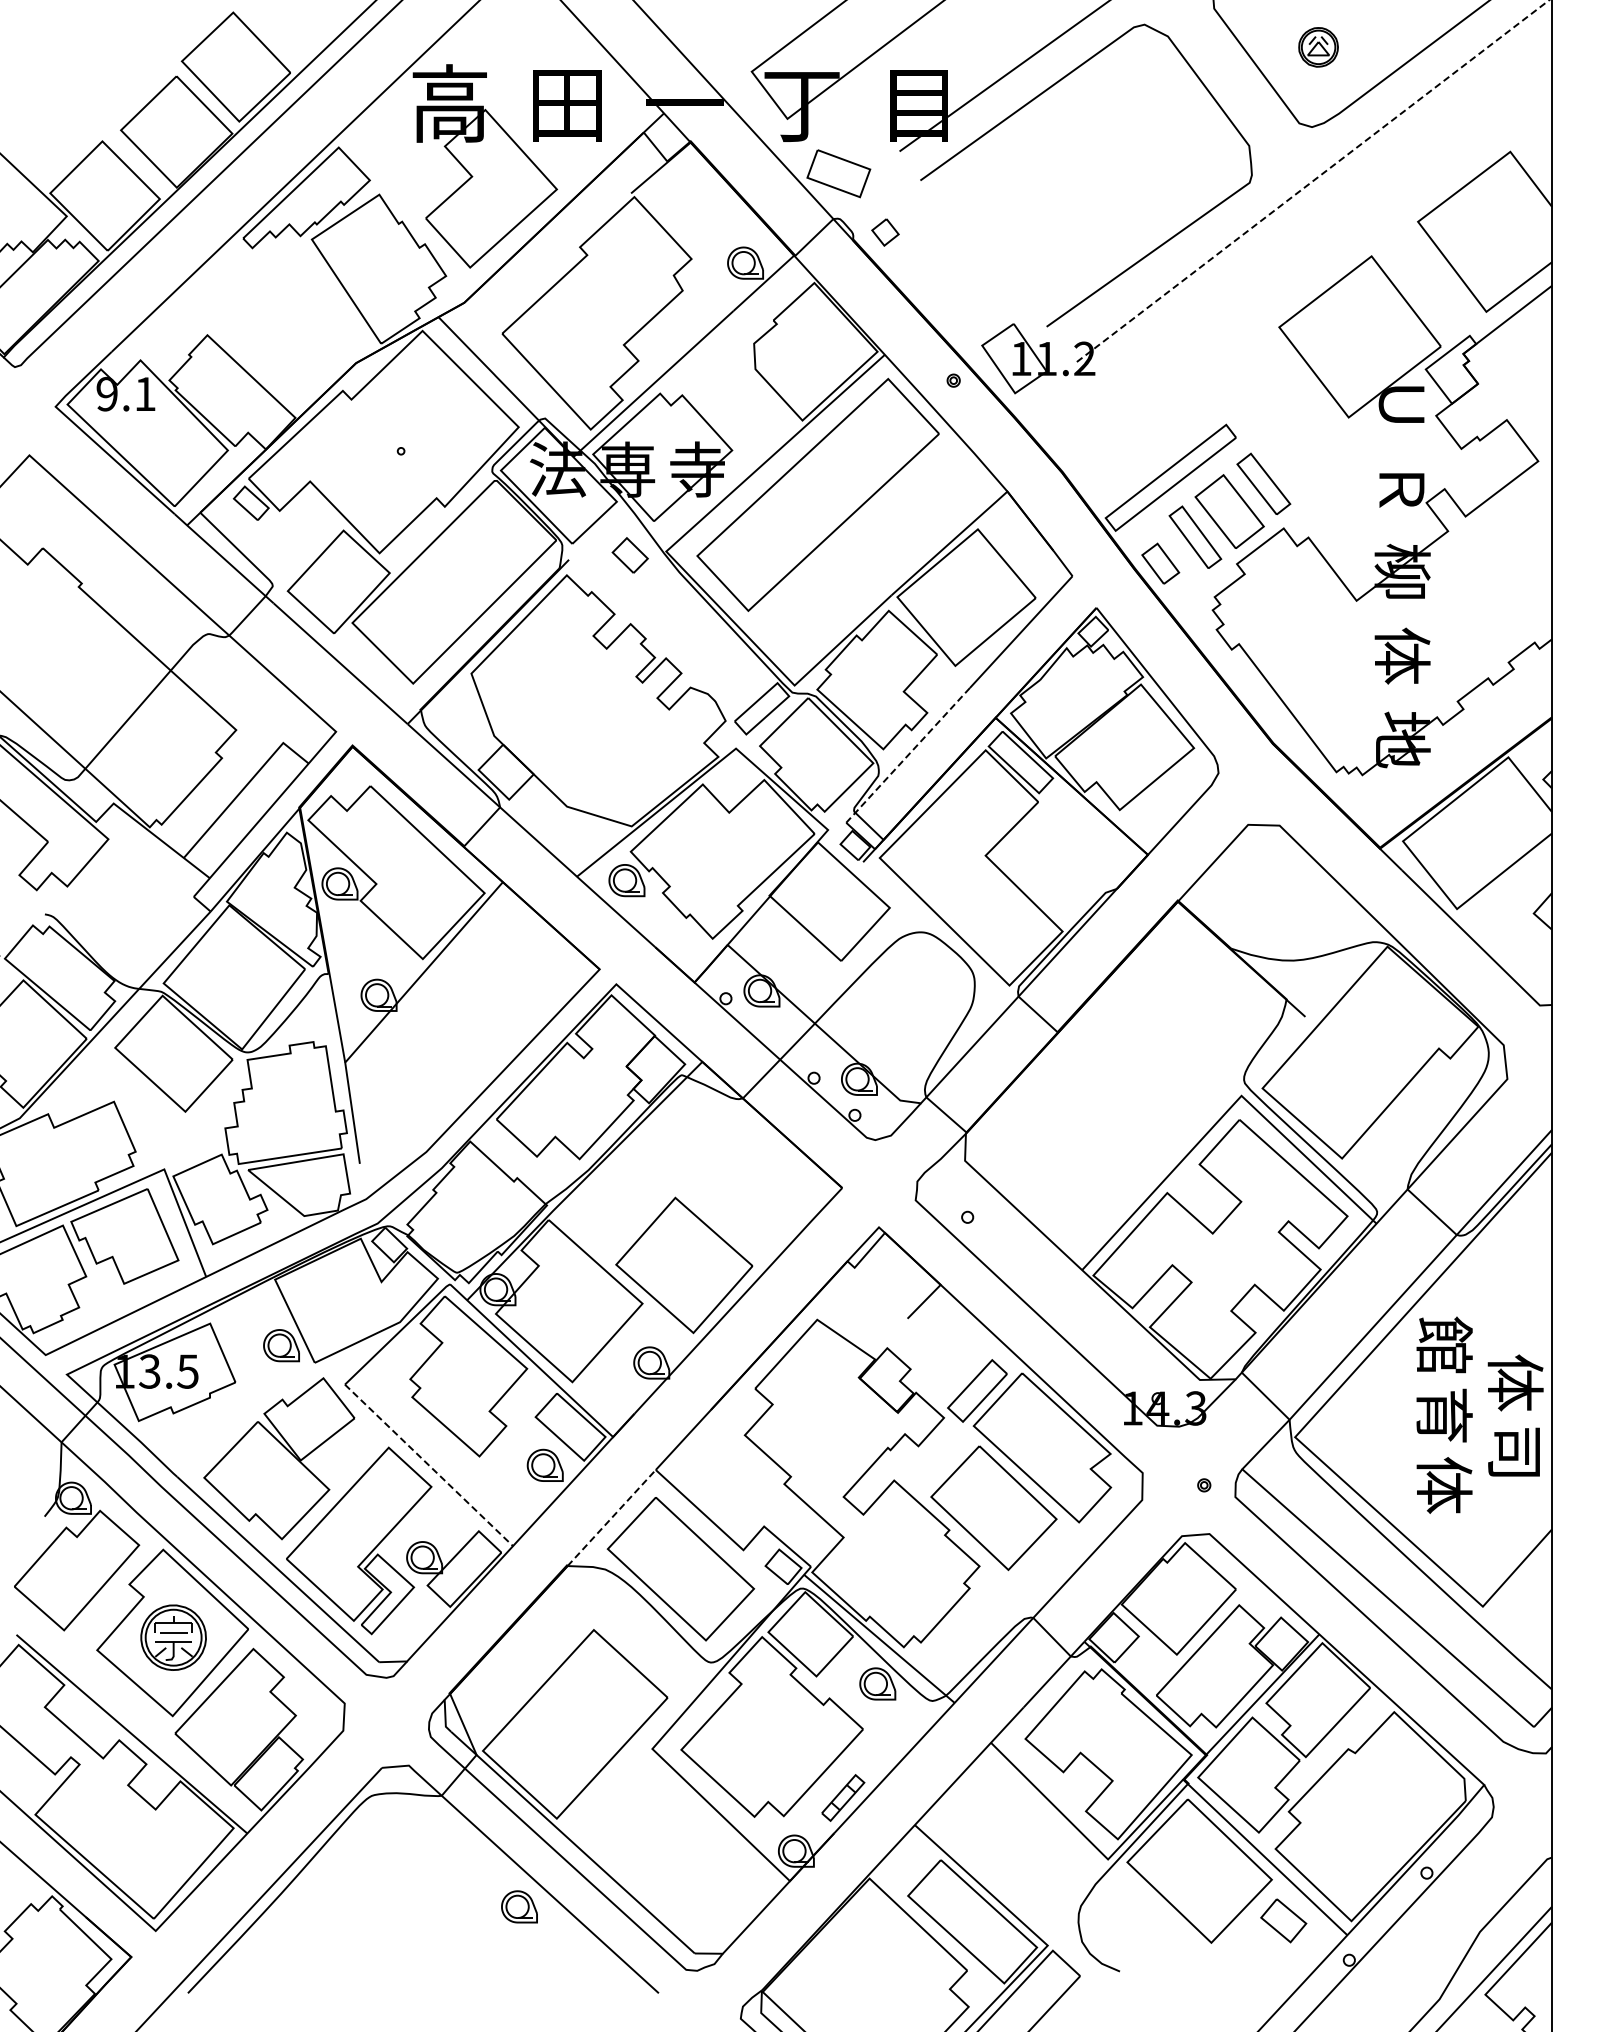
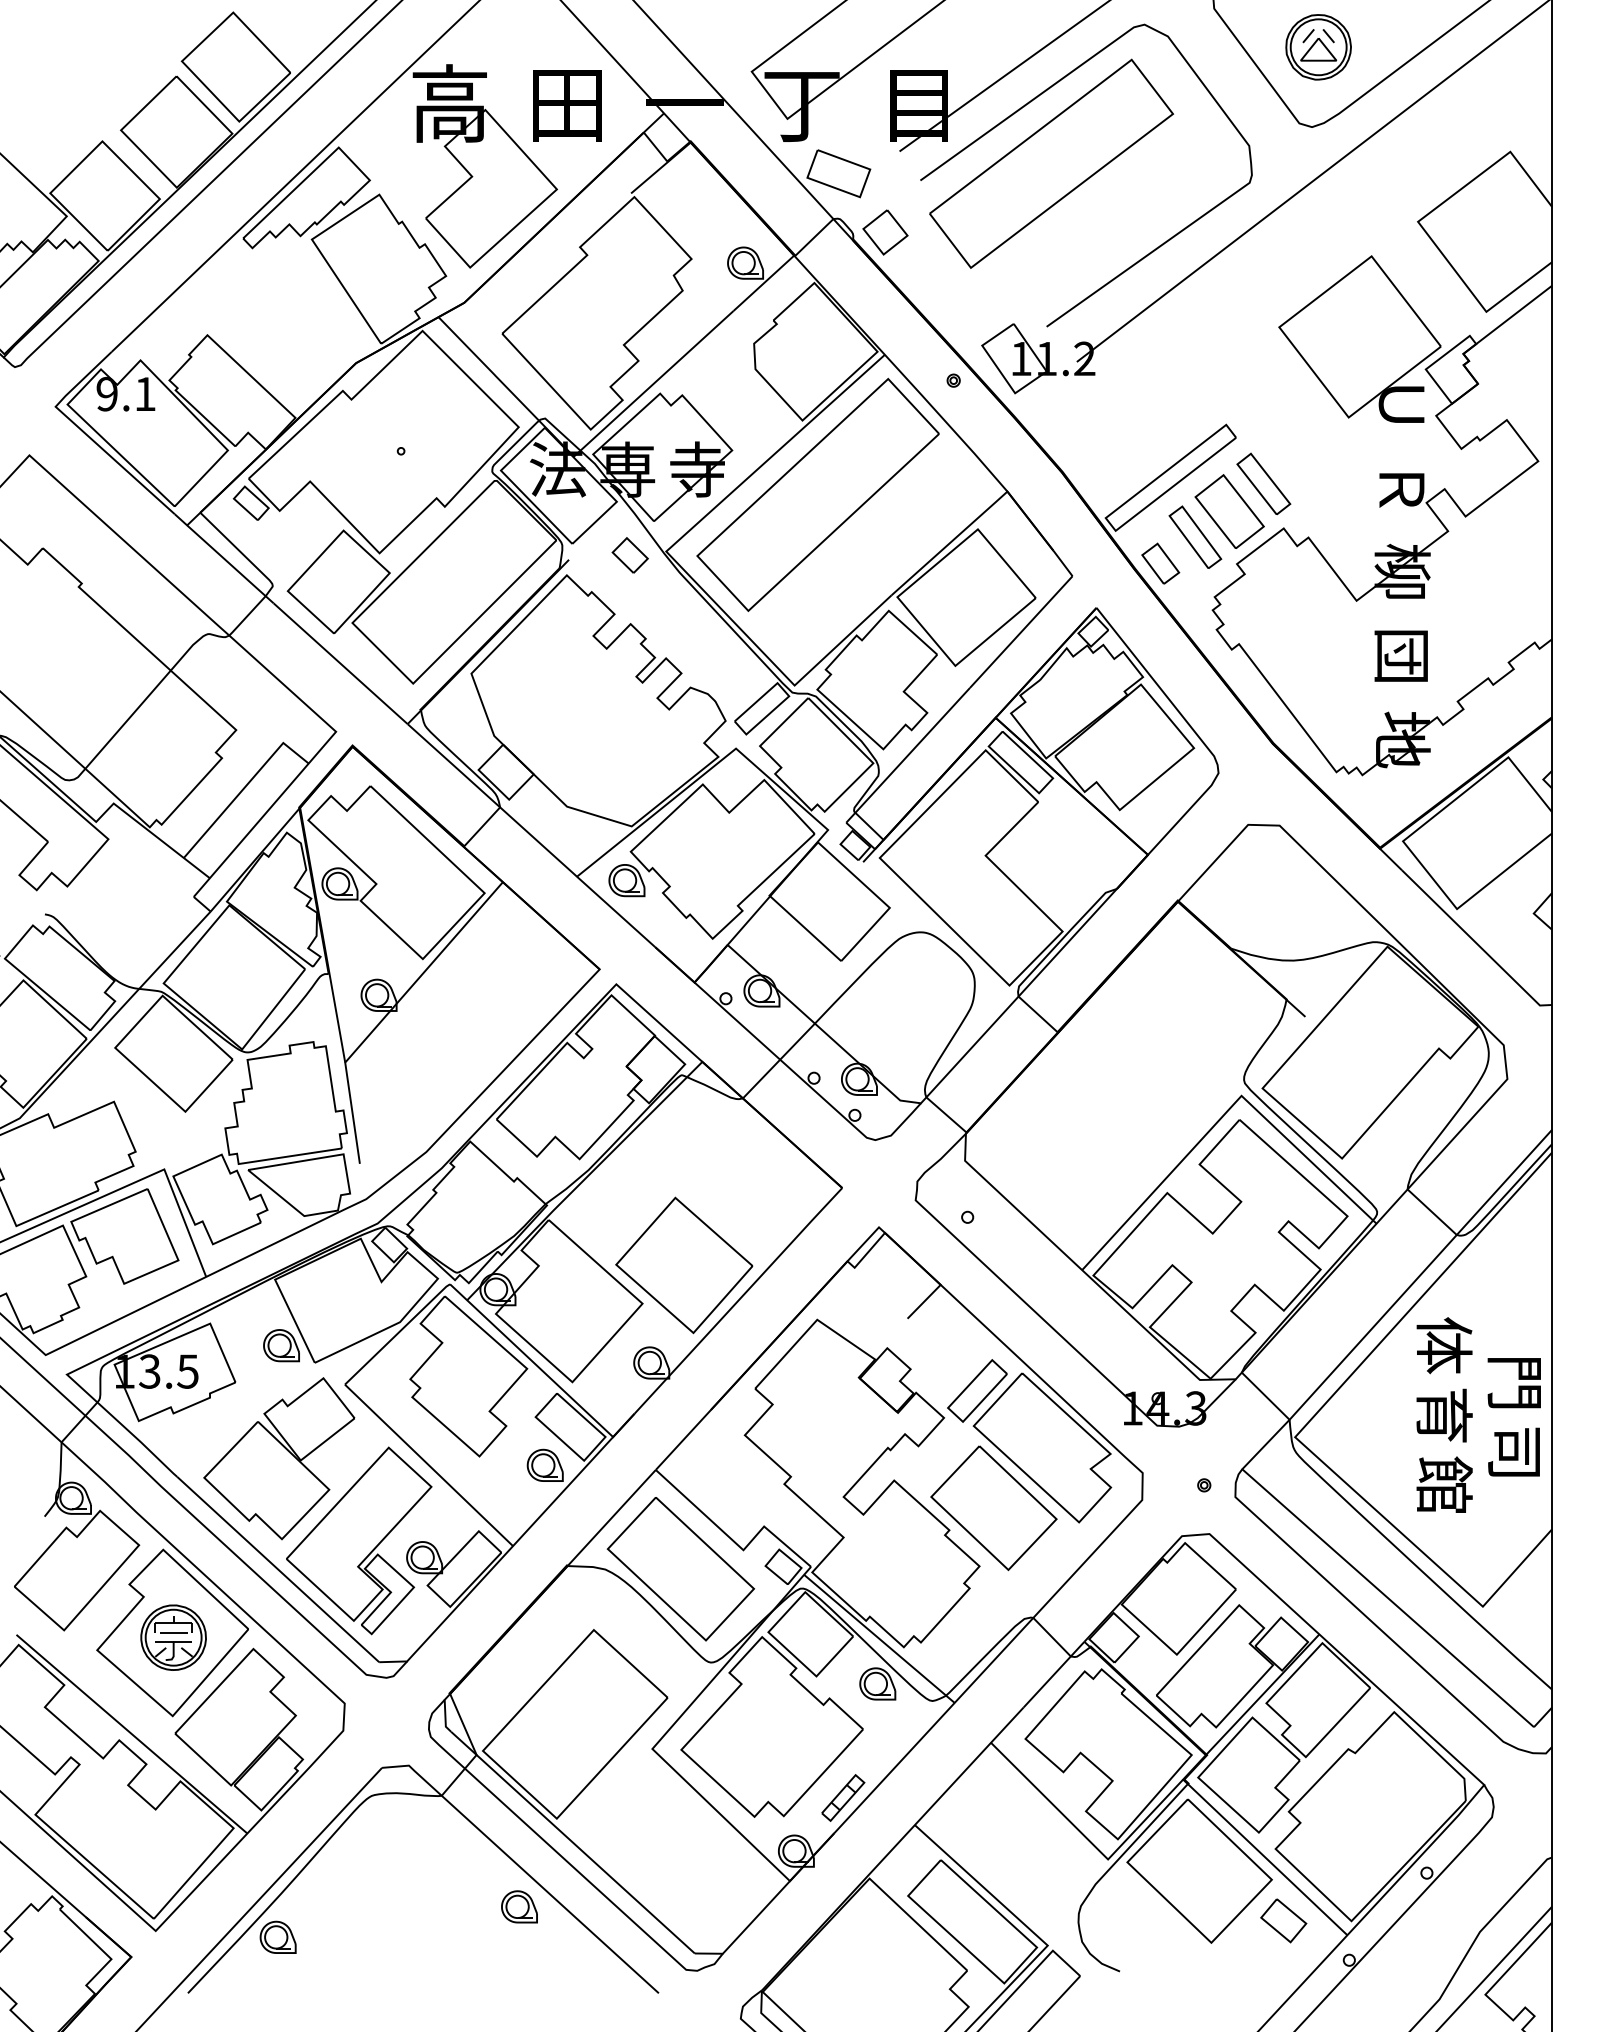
part at (1318, 47) size: 41x41 px -> 67x67 px
part at (1051, 163): none -> present
line at (1313, 180): dashed -> solid
part at (885, 232) size: 29x29 px -> 47x47 px
text at (1402, 655): 体 -> 団
line at (907, 756): dashed -> solid
text at (1444, 1345): 館 -> 体
text at (1515, 1382): 体 -> 門
line at (429, 1465): dashed -> solid
text at (1444, 1484): 体 -> 館
line at (612, 1517): dashed -> solid
part at (277, 1936): none -> present
